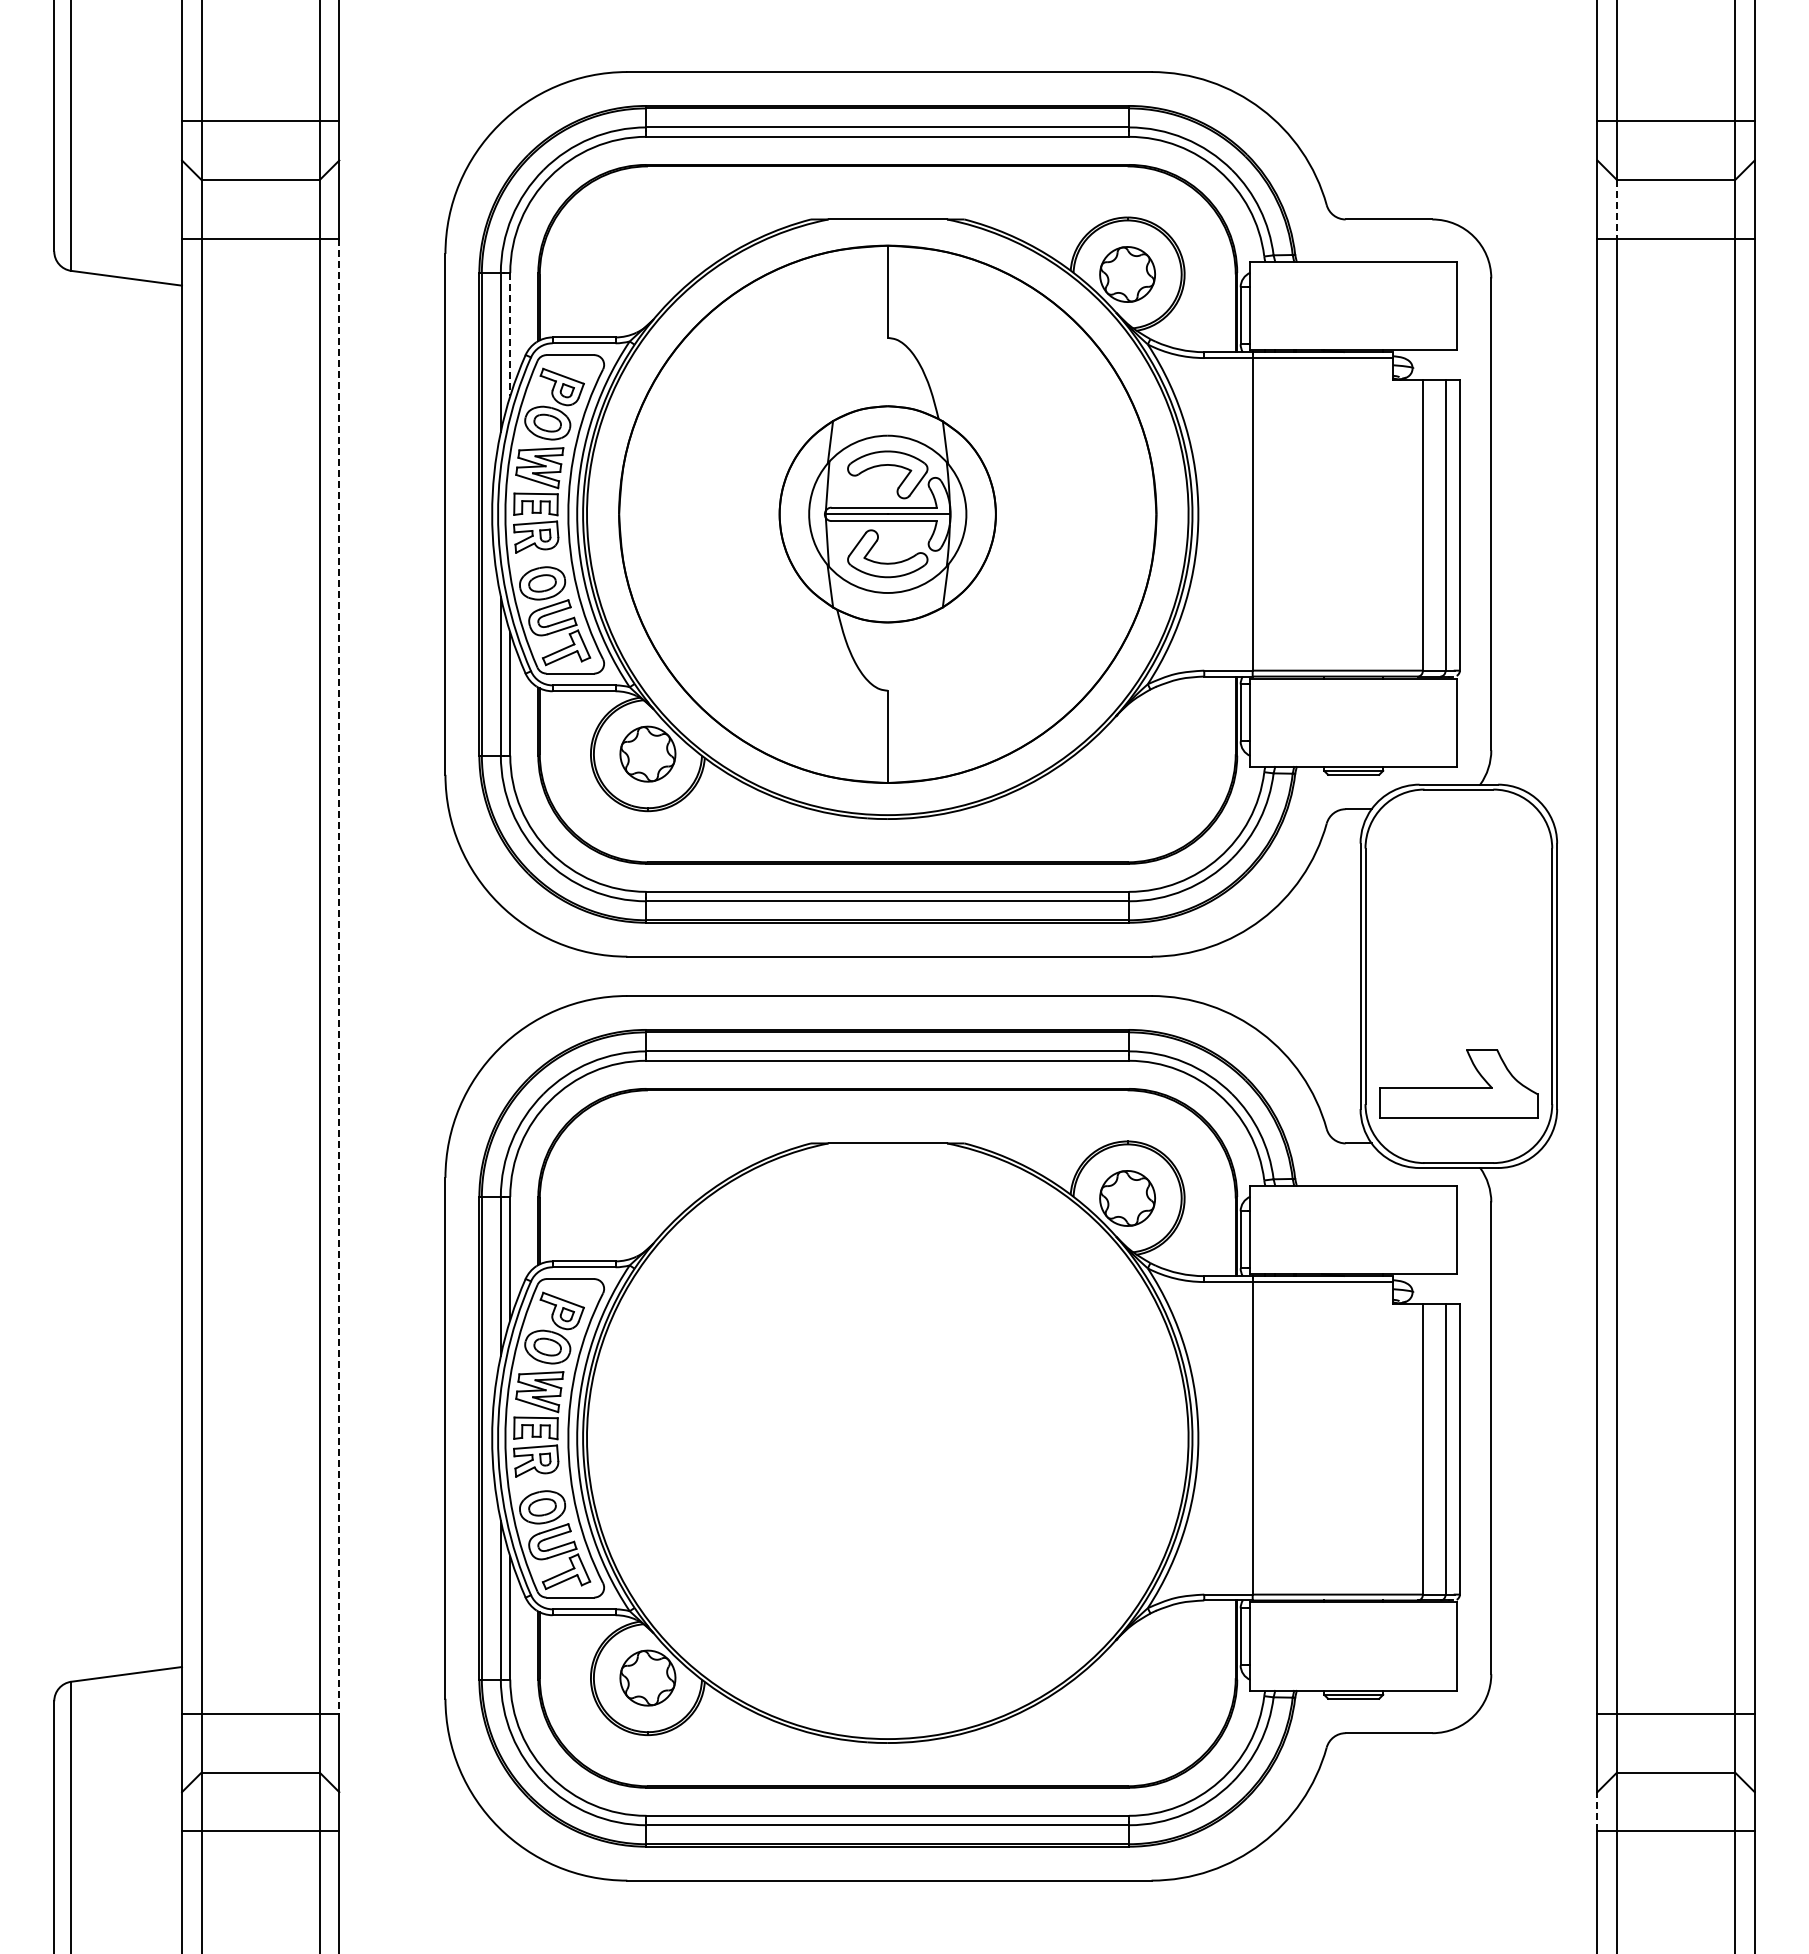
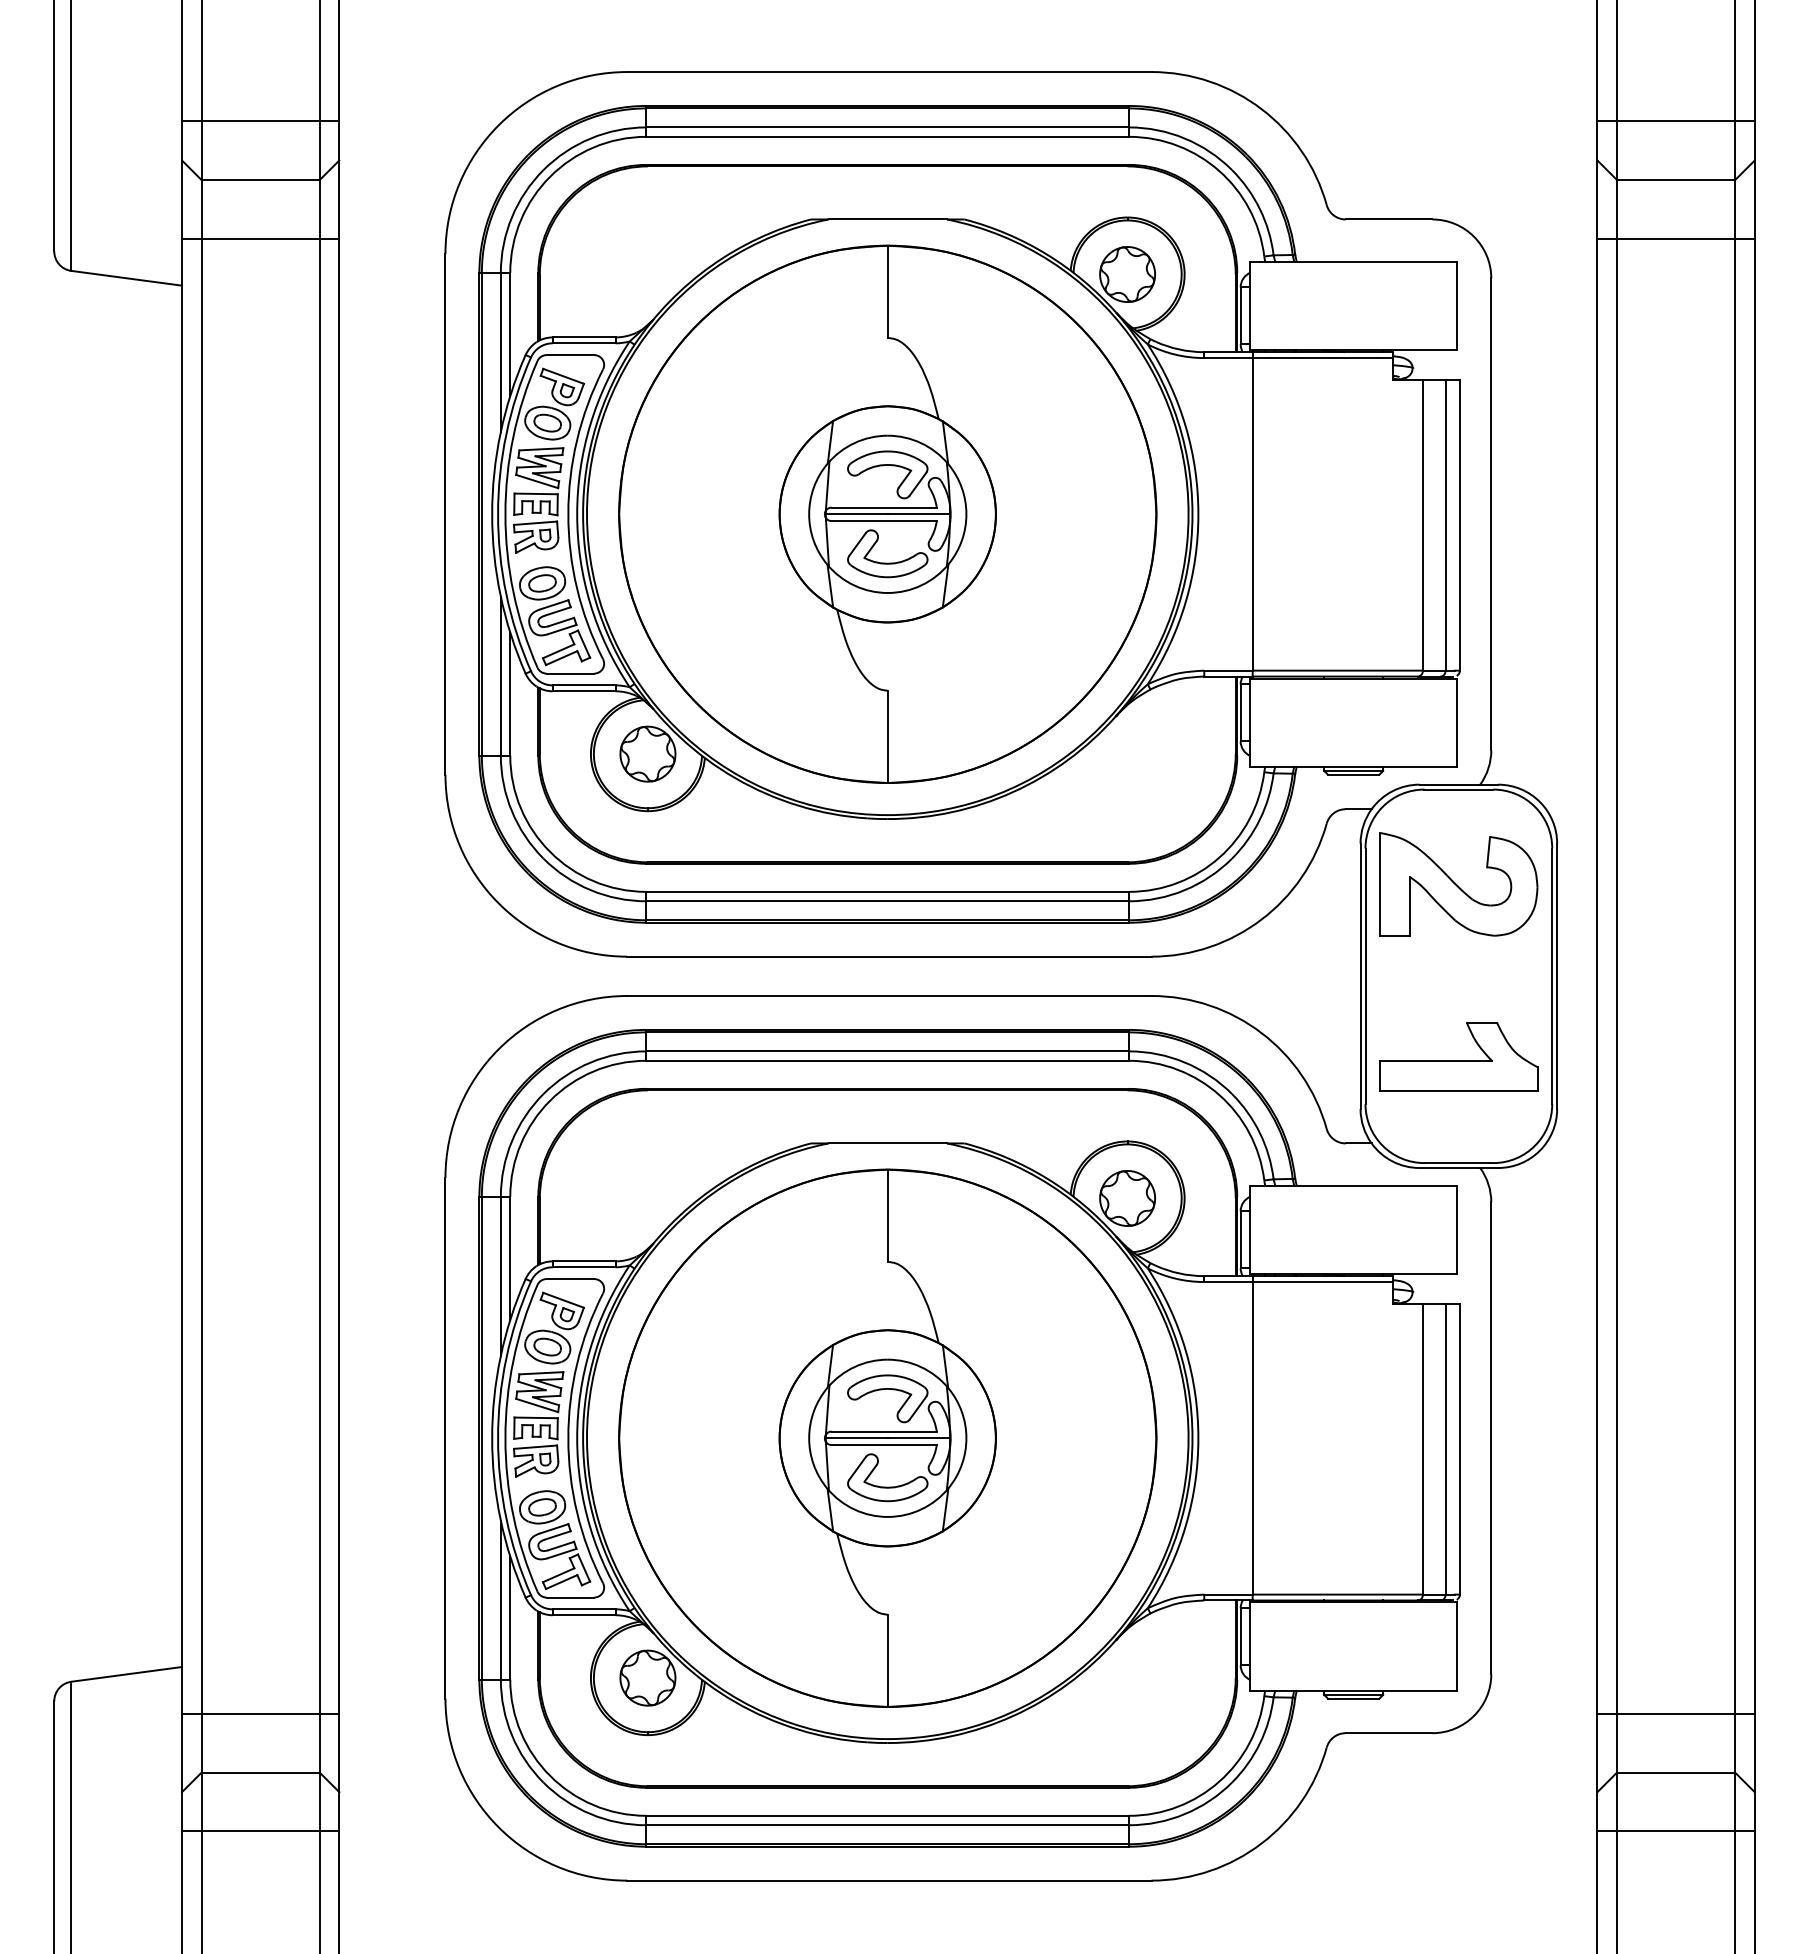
line at (1617, 210): dashed -> solid
line at (510, 335): dashed -> solid
part at (1458, 884): none -> present
line at (339, 976): dashed -> solid
part at (1458, 1083) position: (1458, 1083) -> (1458, 1056)
part at (887, 1437): none -> present
line at (1597, 1811): dashed -> solid
